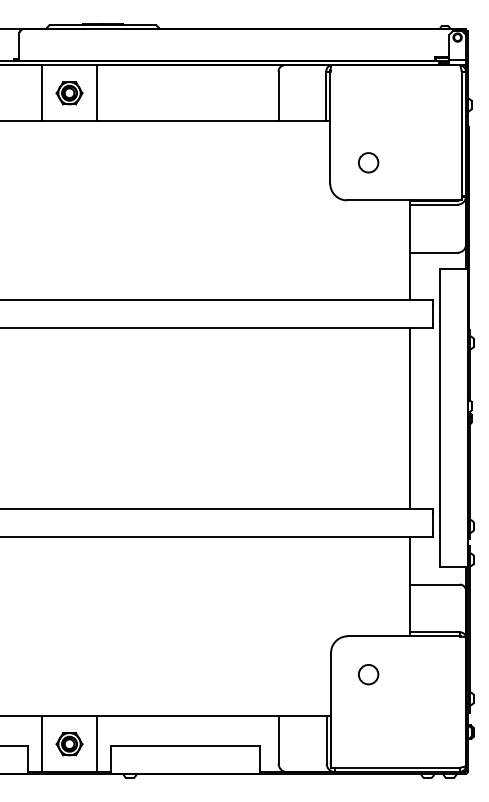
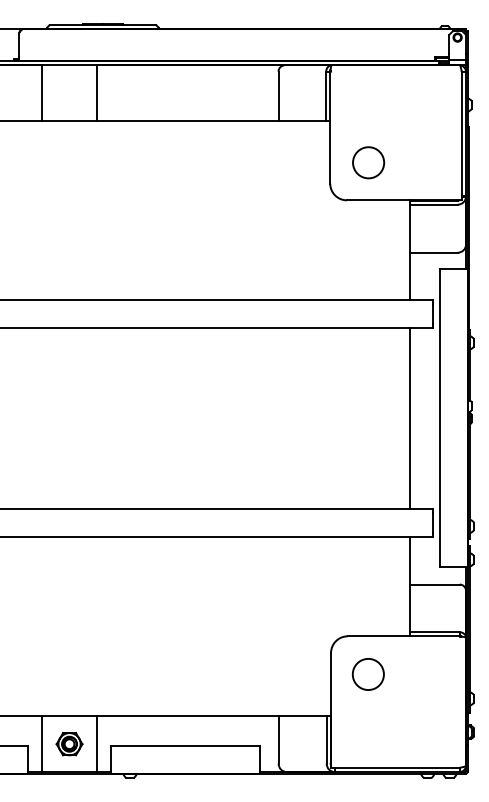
part at (69, 93): present -> none
circle at (368, 162) diameter: 19 px -> 31 px
circle at (368, 674) size: 22x22 px -> 34x33 px
